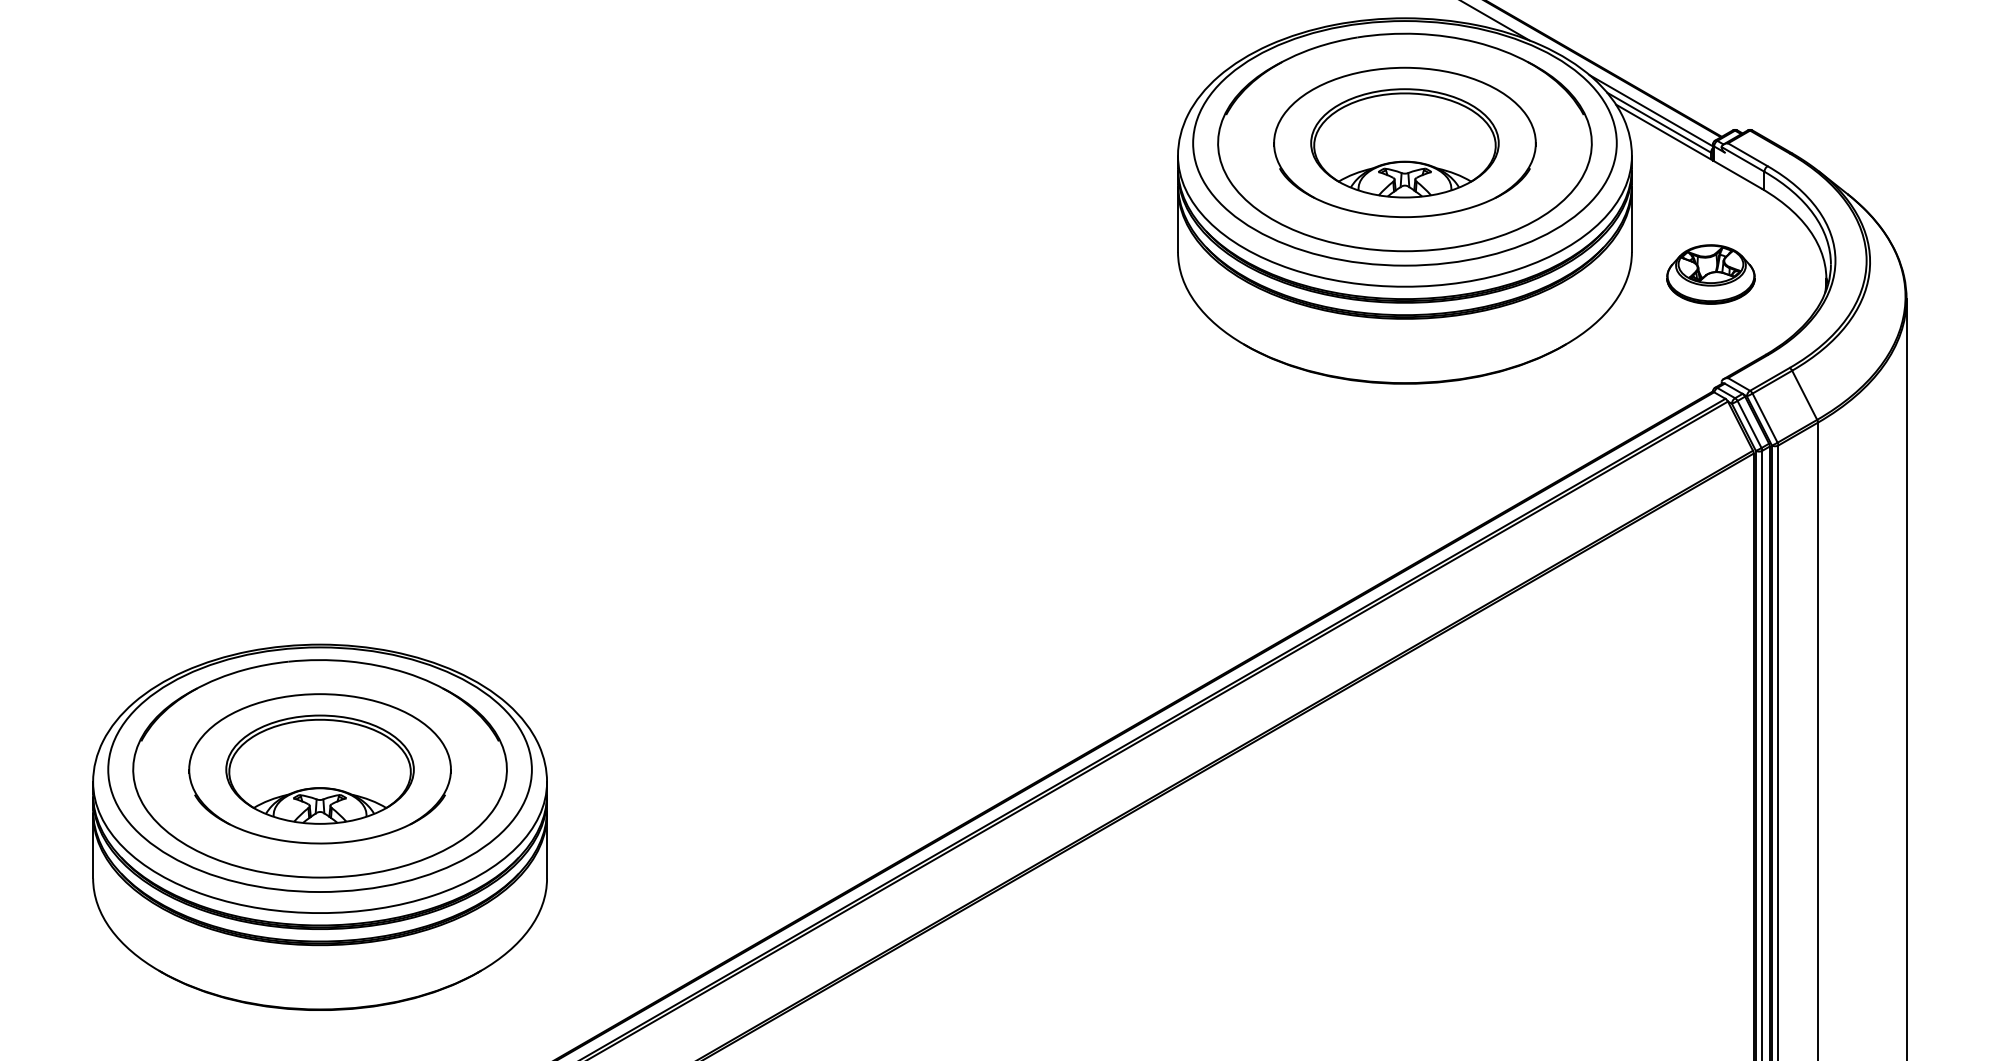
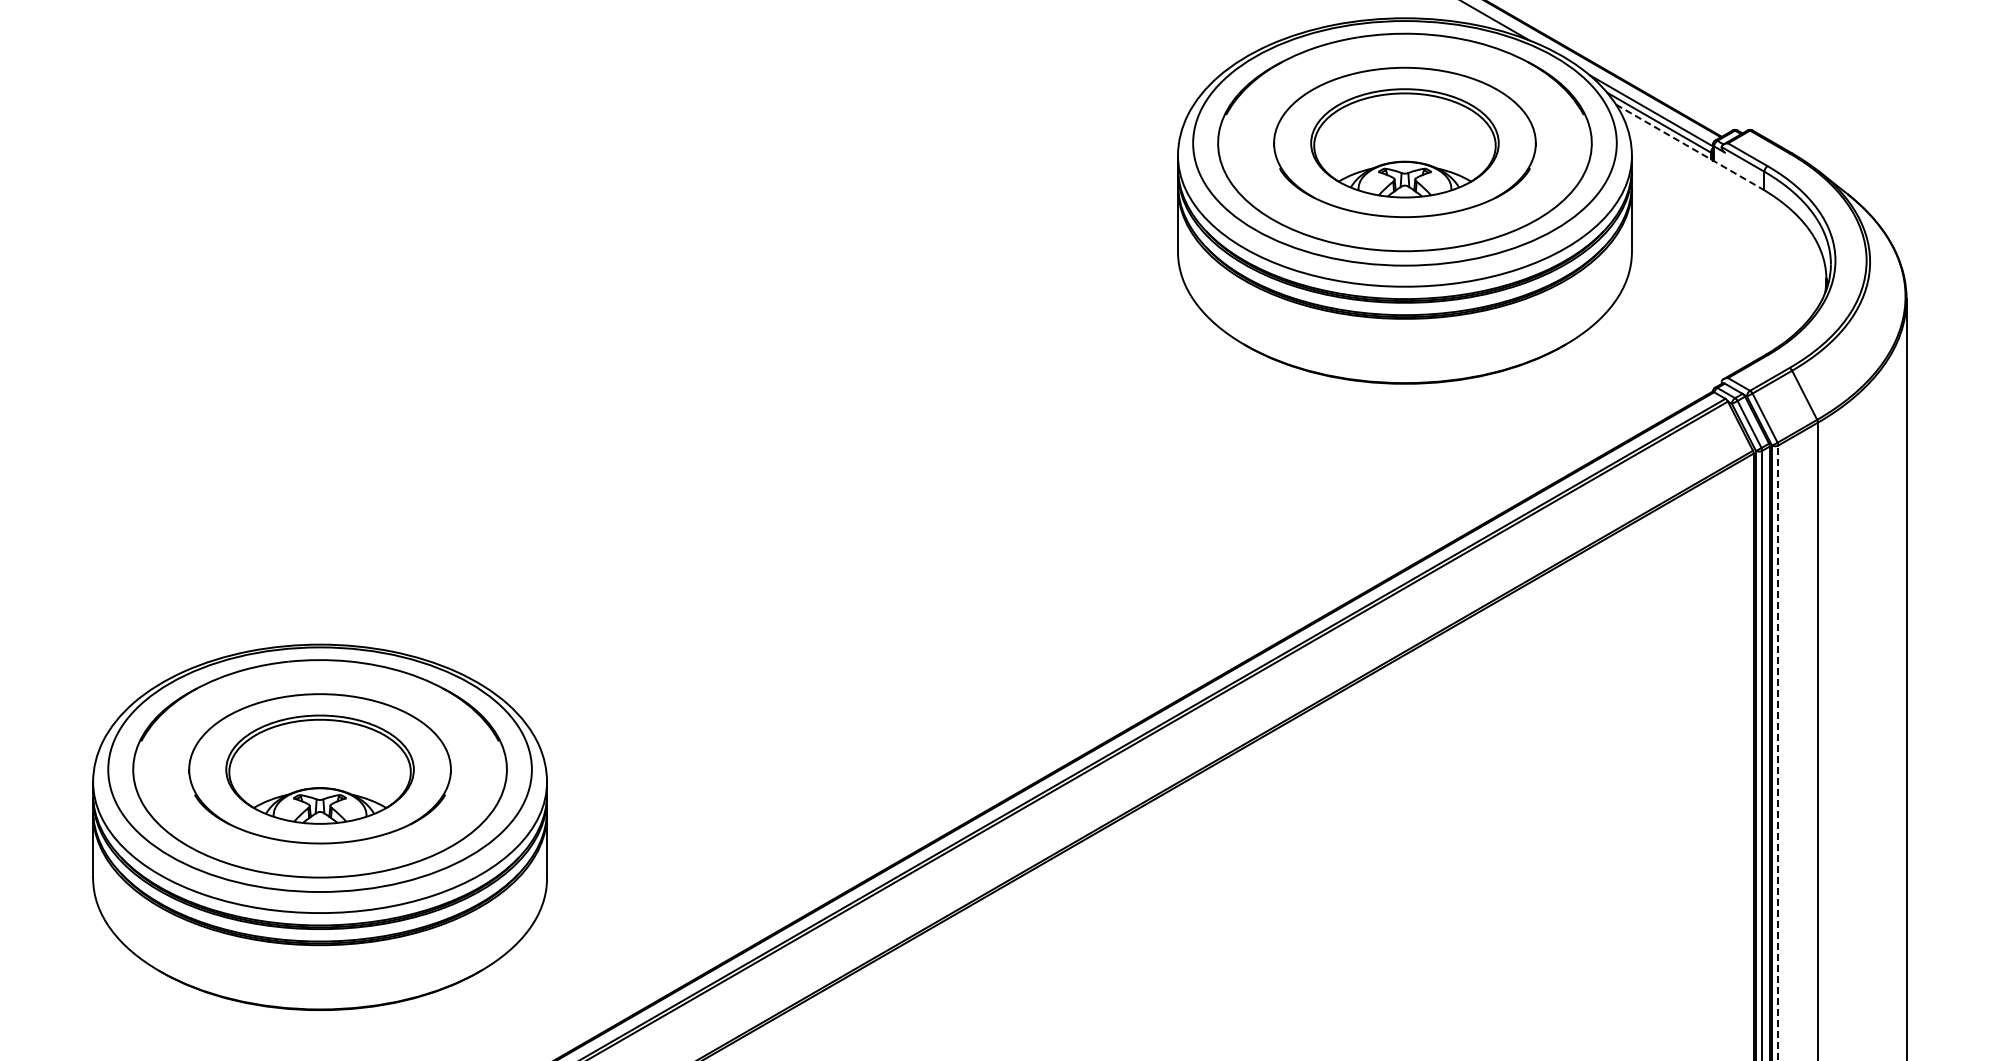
line at (1688, 146): solid -> dashed
part at (1710, 274): present -> none
line at (1778, 752): solid -> dashed
